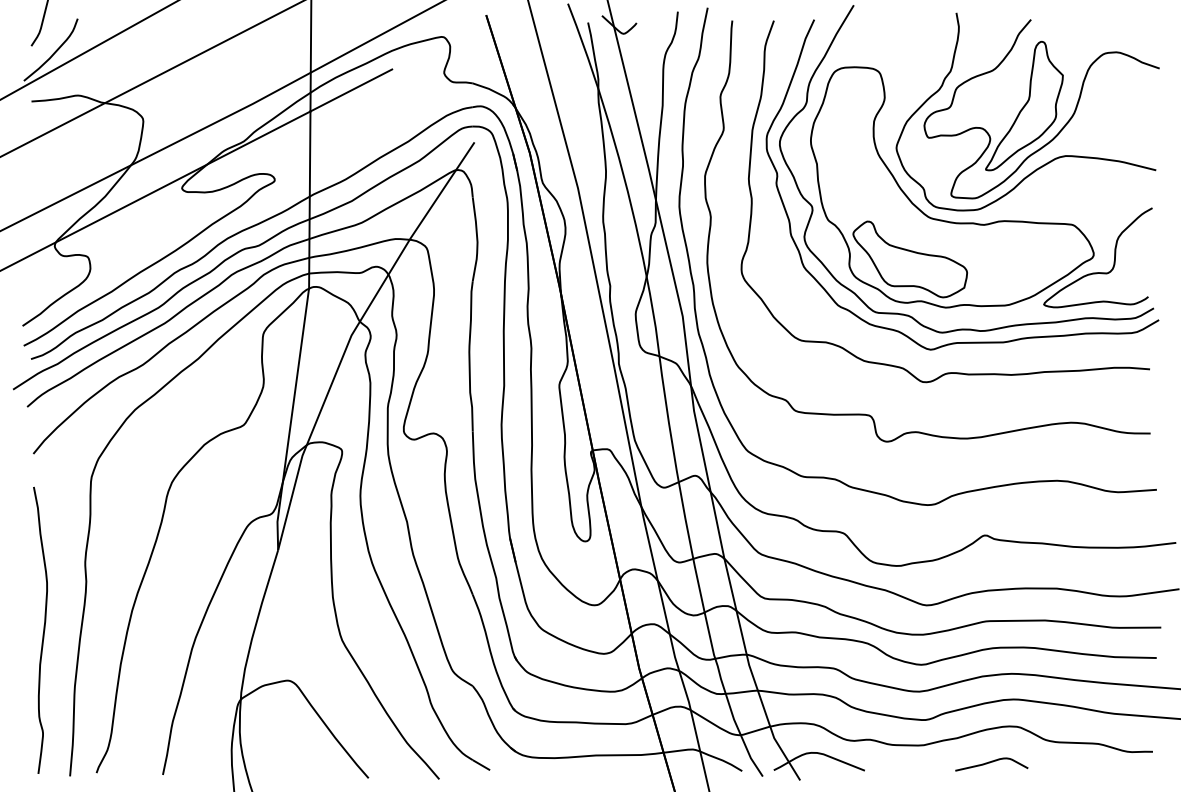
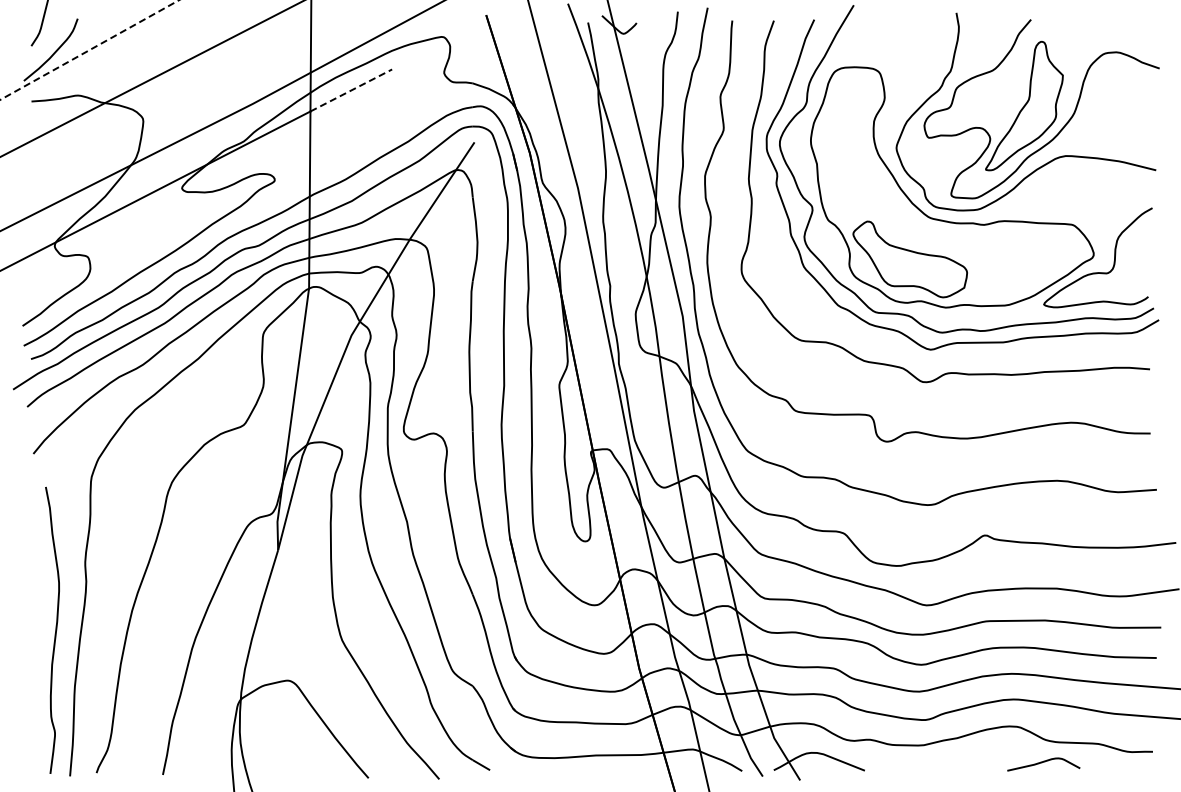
line at (90, 49): solid -> dashed
line at (351, 90): solid -> dashed
curve at (43, 629) position: (43, 629) -> (55, 629)
curve at (990, 763) position: (990, 763) -> (1042, 763)
